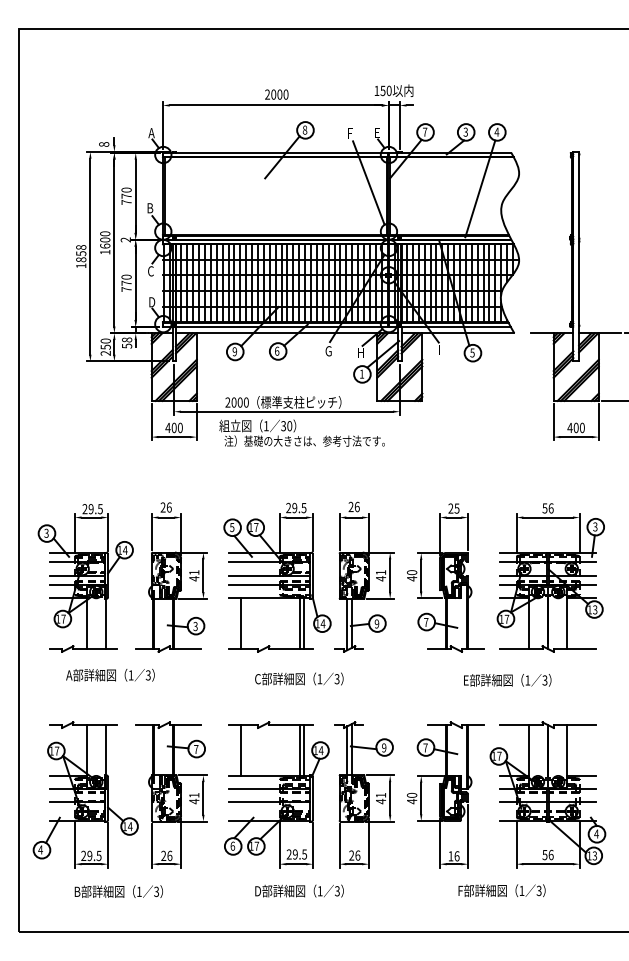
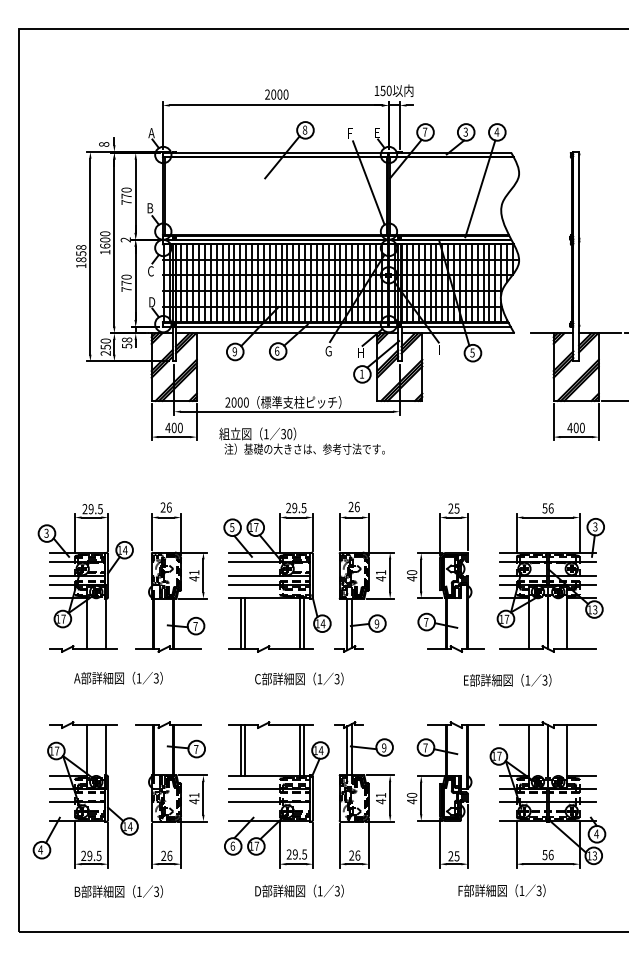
text at (301, 432) position: (301, 432) -> (301, 440)
line at (245, 623): none -> present
text at (195, 626): 3 -> 7
text at (110, 674) position: (110, 674) -> (118, 677)
line at (245, 750): none -> present
text at (453, 856): 16 -> 25
